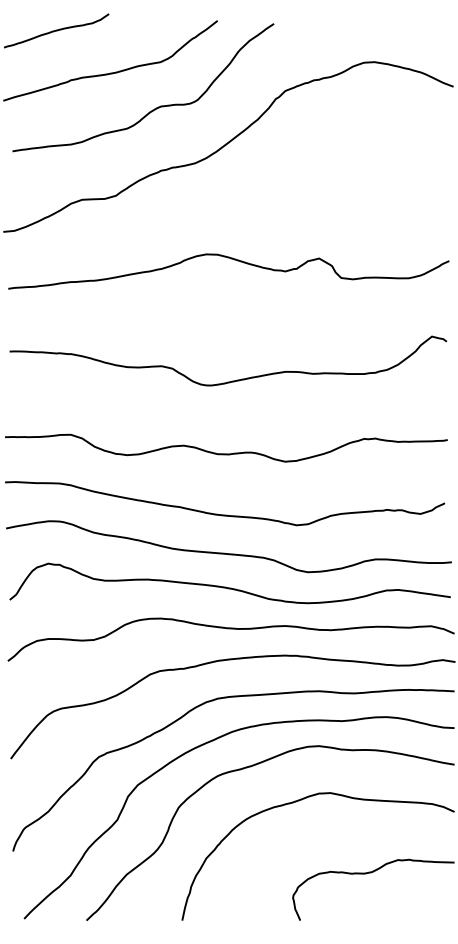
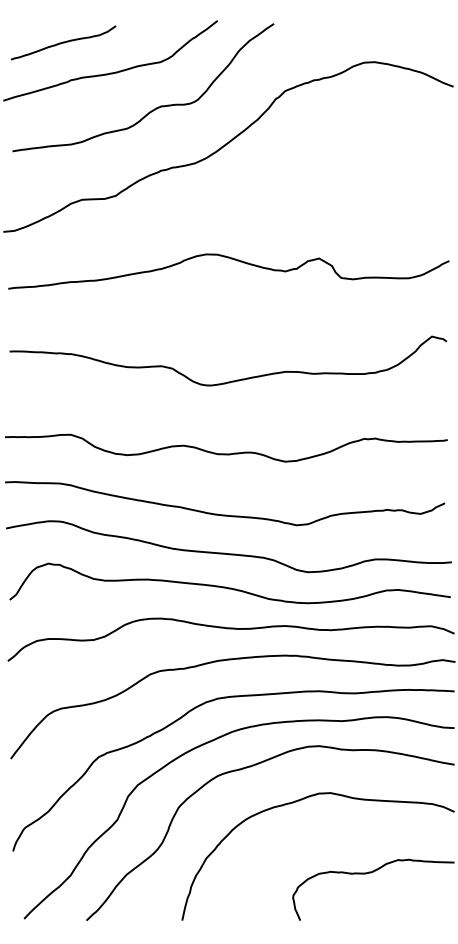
curve at (56, 30) position: (56, 30) -> (63, 42)
